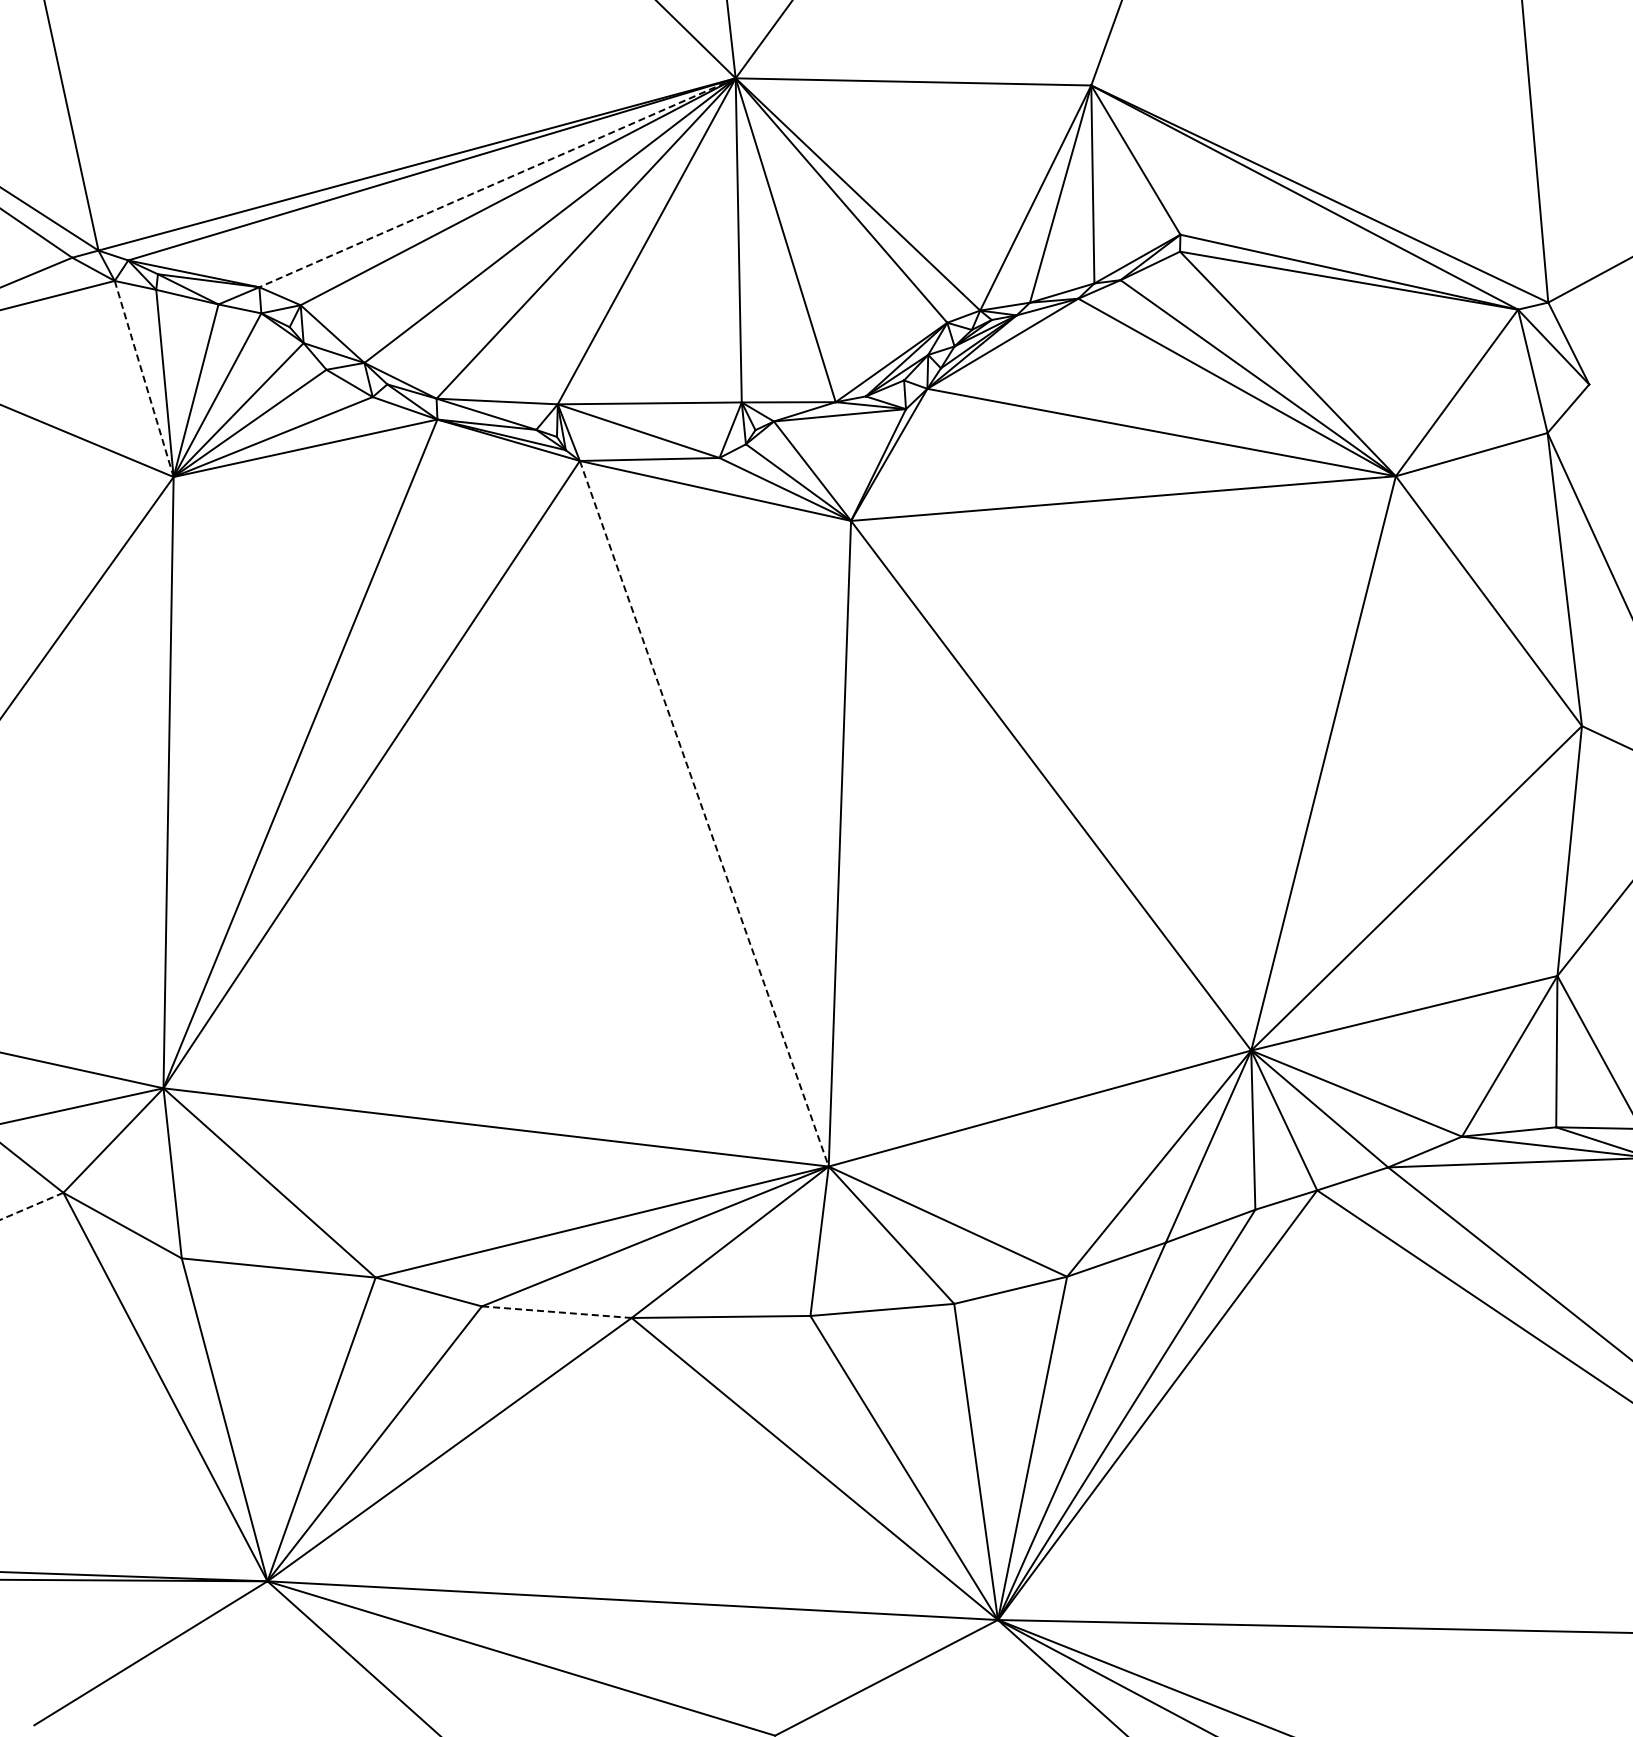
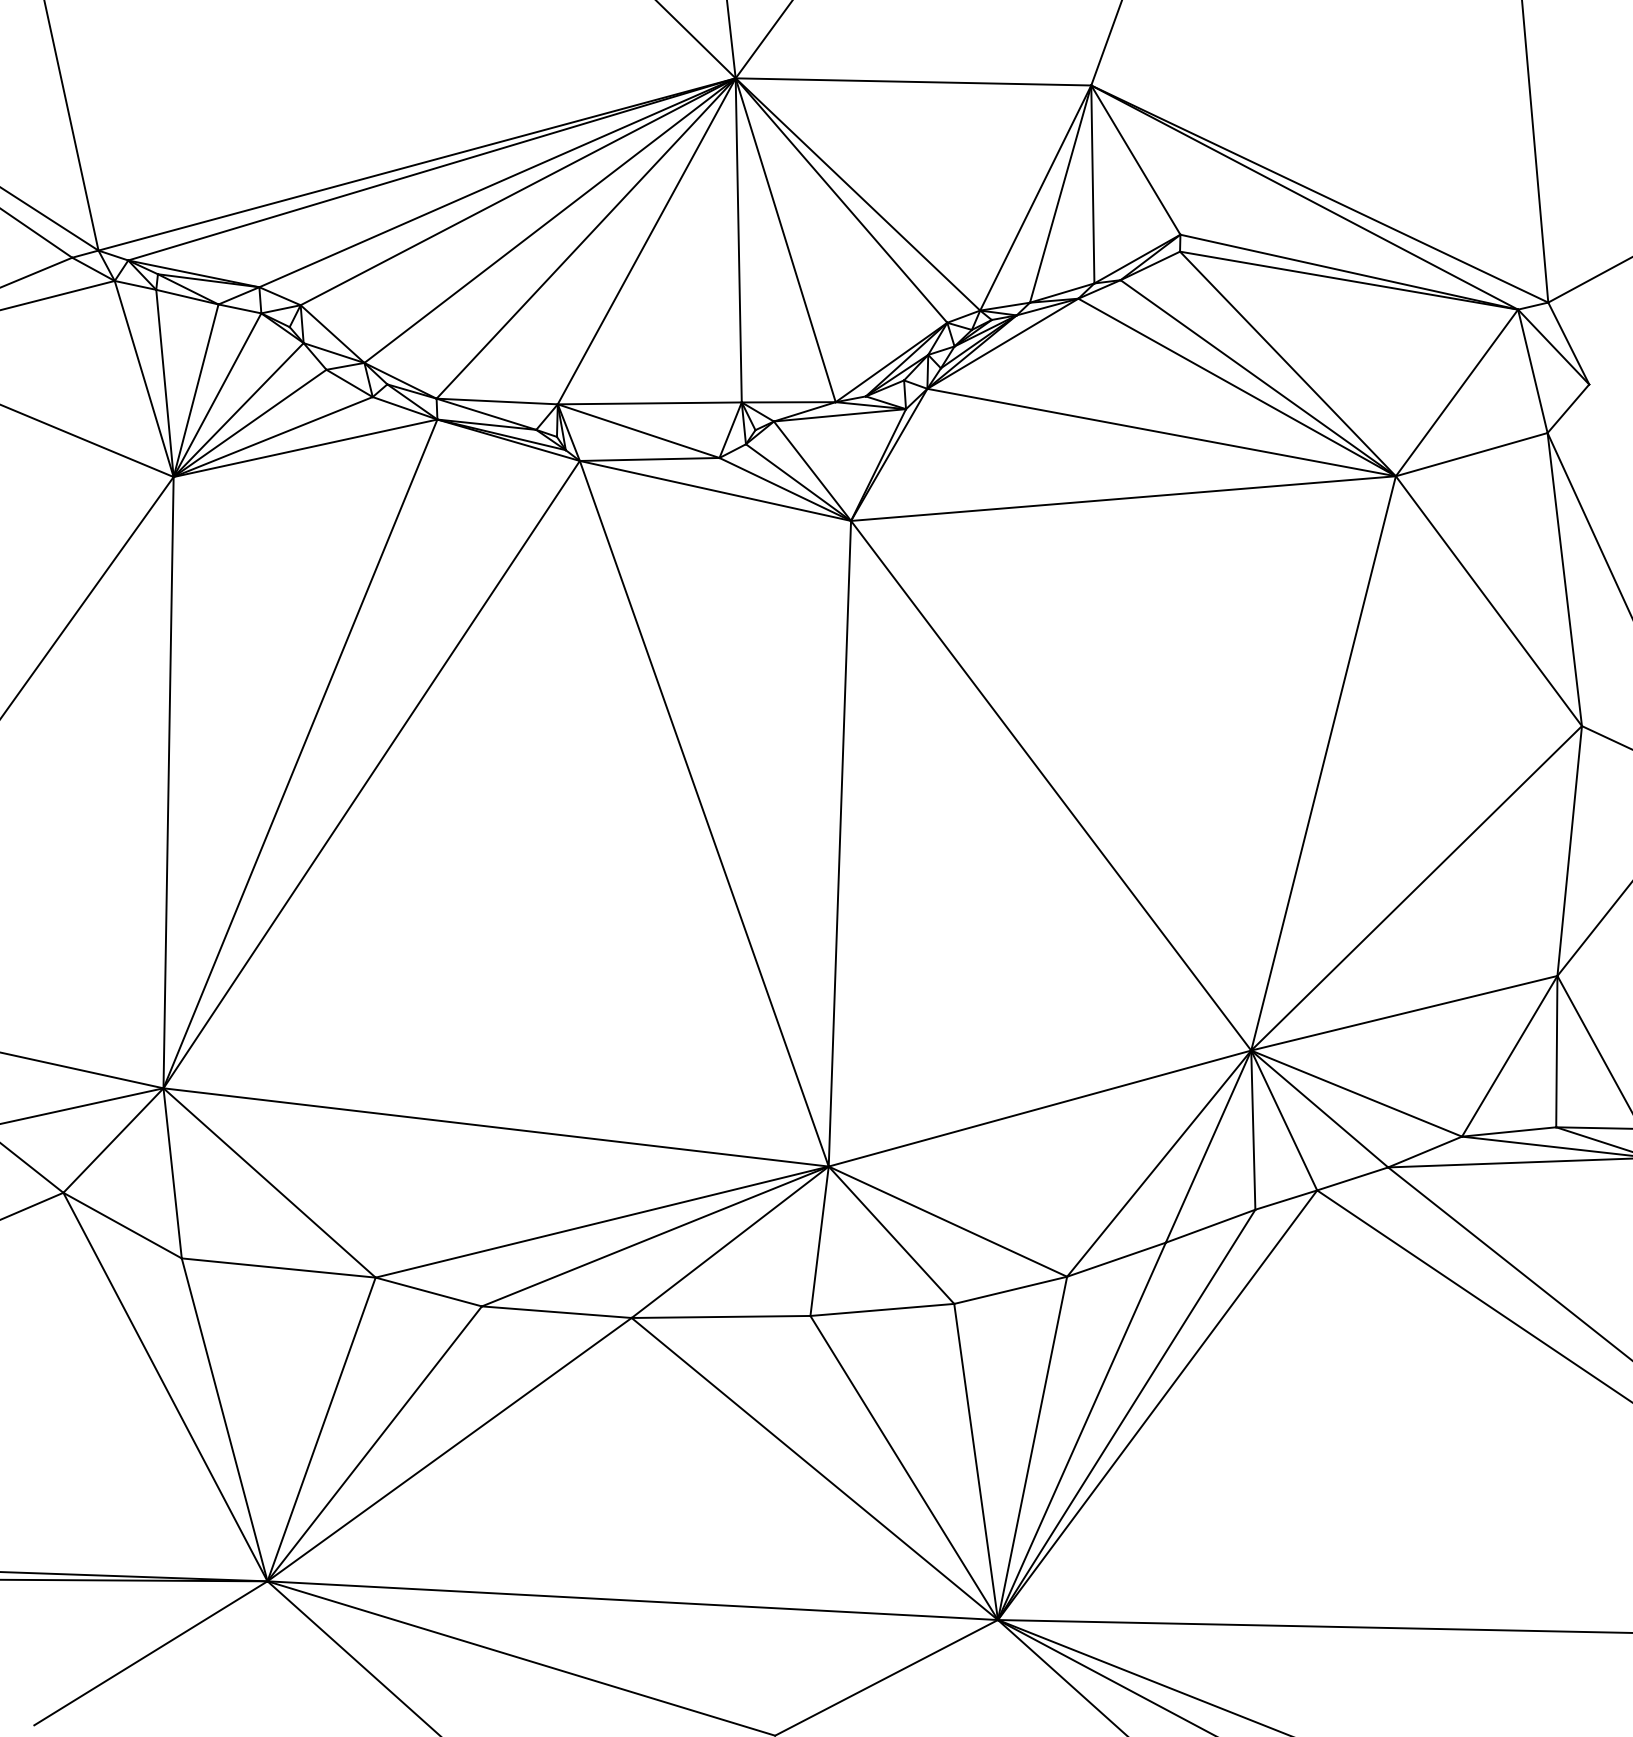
line at (497, 183): dashed -> solid
line at (144, 379): dashed -> solid
line at (704, 814): dashed -> solid
line at (31, 1206): dashed -> solid
line at (556, 1312): dashed -> solid
